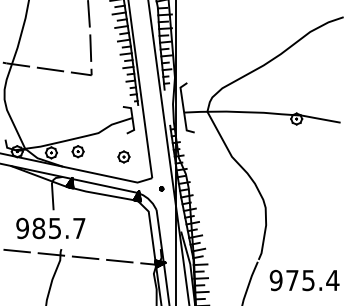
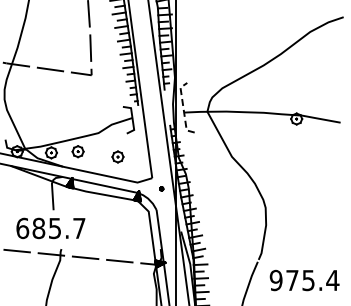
line at (183, 109): solid -> dashed
part at (123, 156) position: (123, 156) -> (117, 156)
text at (22, 228): 985.7 -> 685.7
